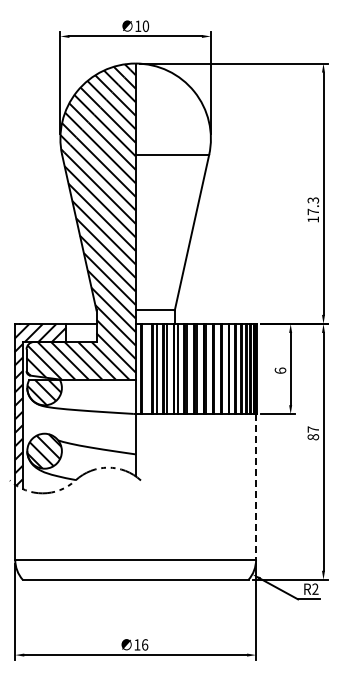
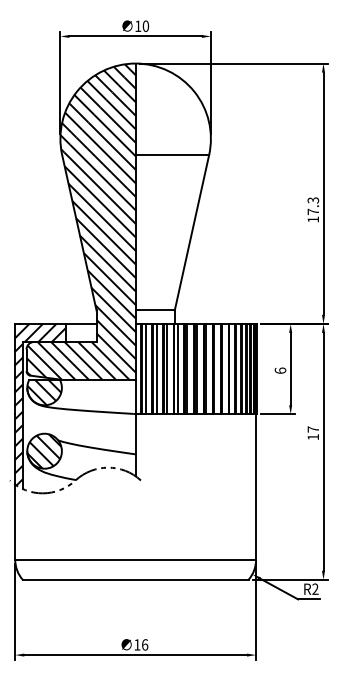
line at (146, 368): none -> present
text at (313, 437): 87 -> 17
line at (256, 487): dashed -> solid
